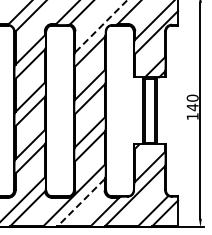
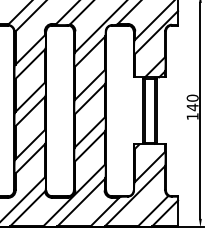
line at (101, 26): dashed -> solid
line at (80, 203): dashed -> solid
